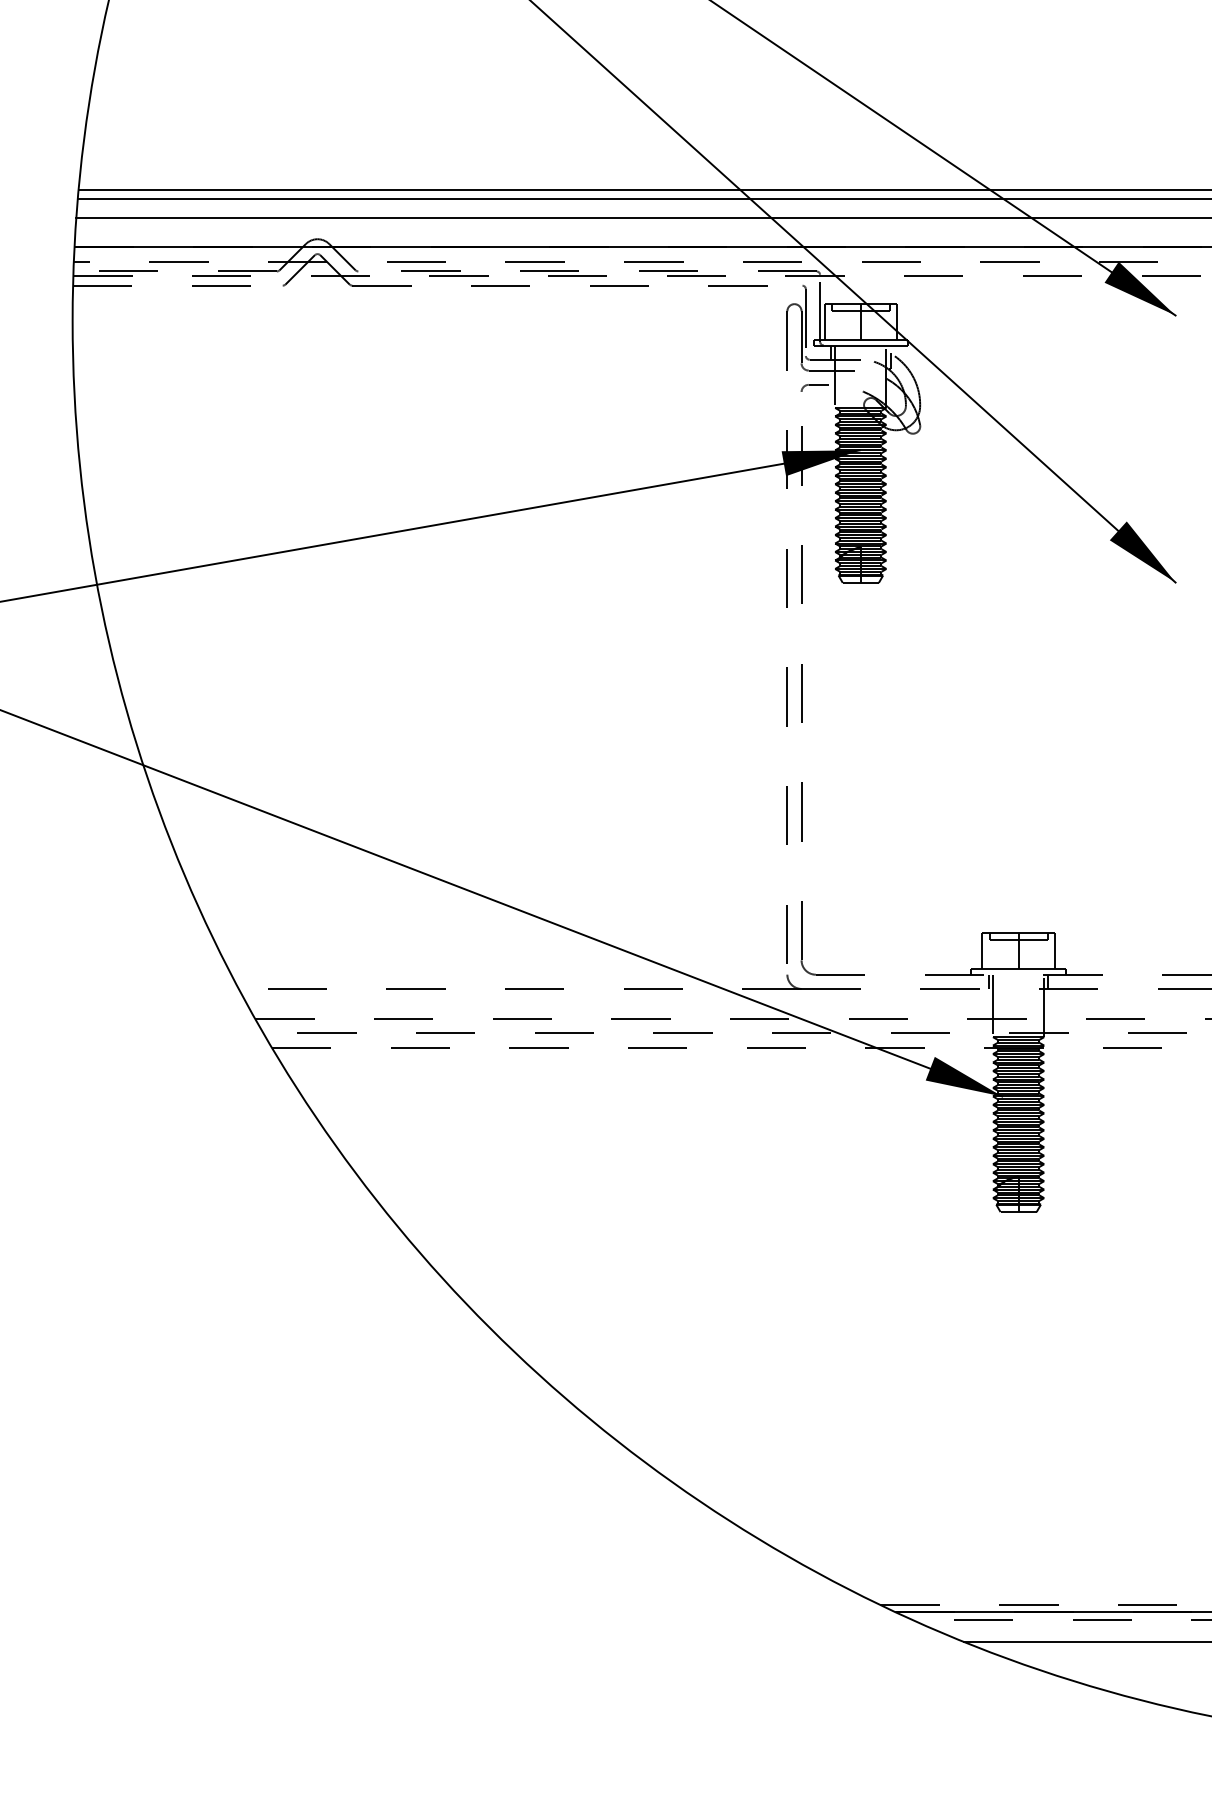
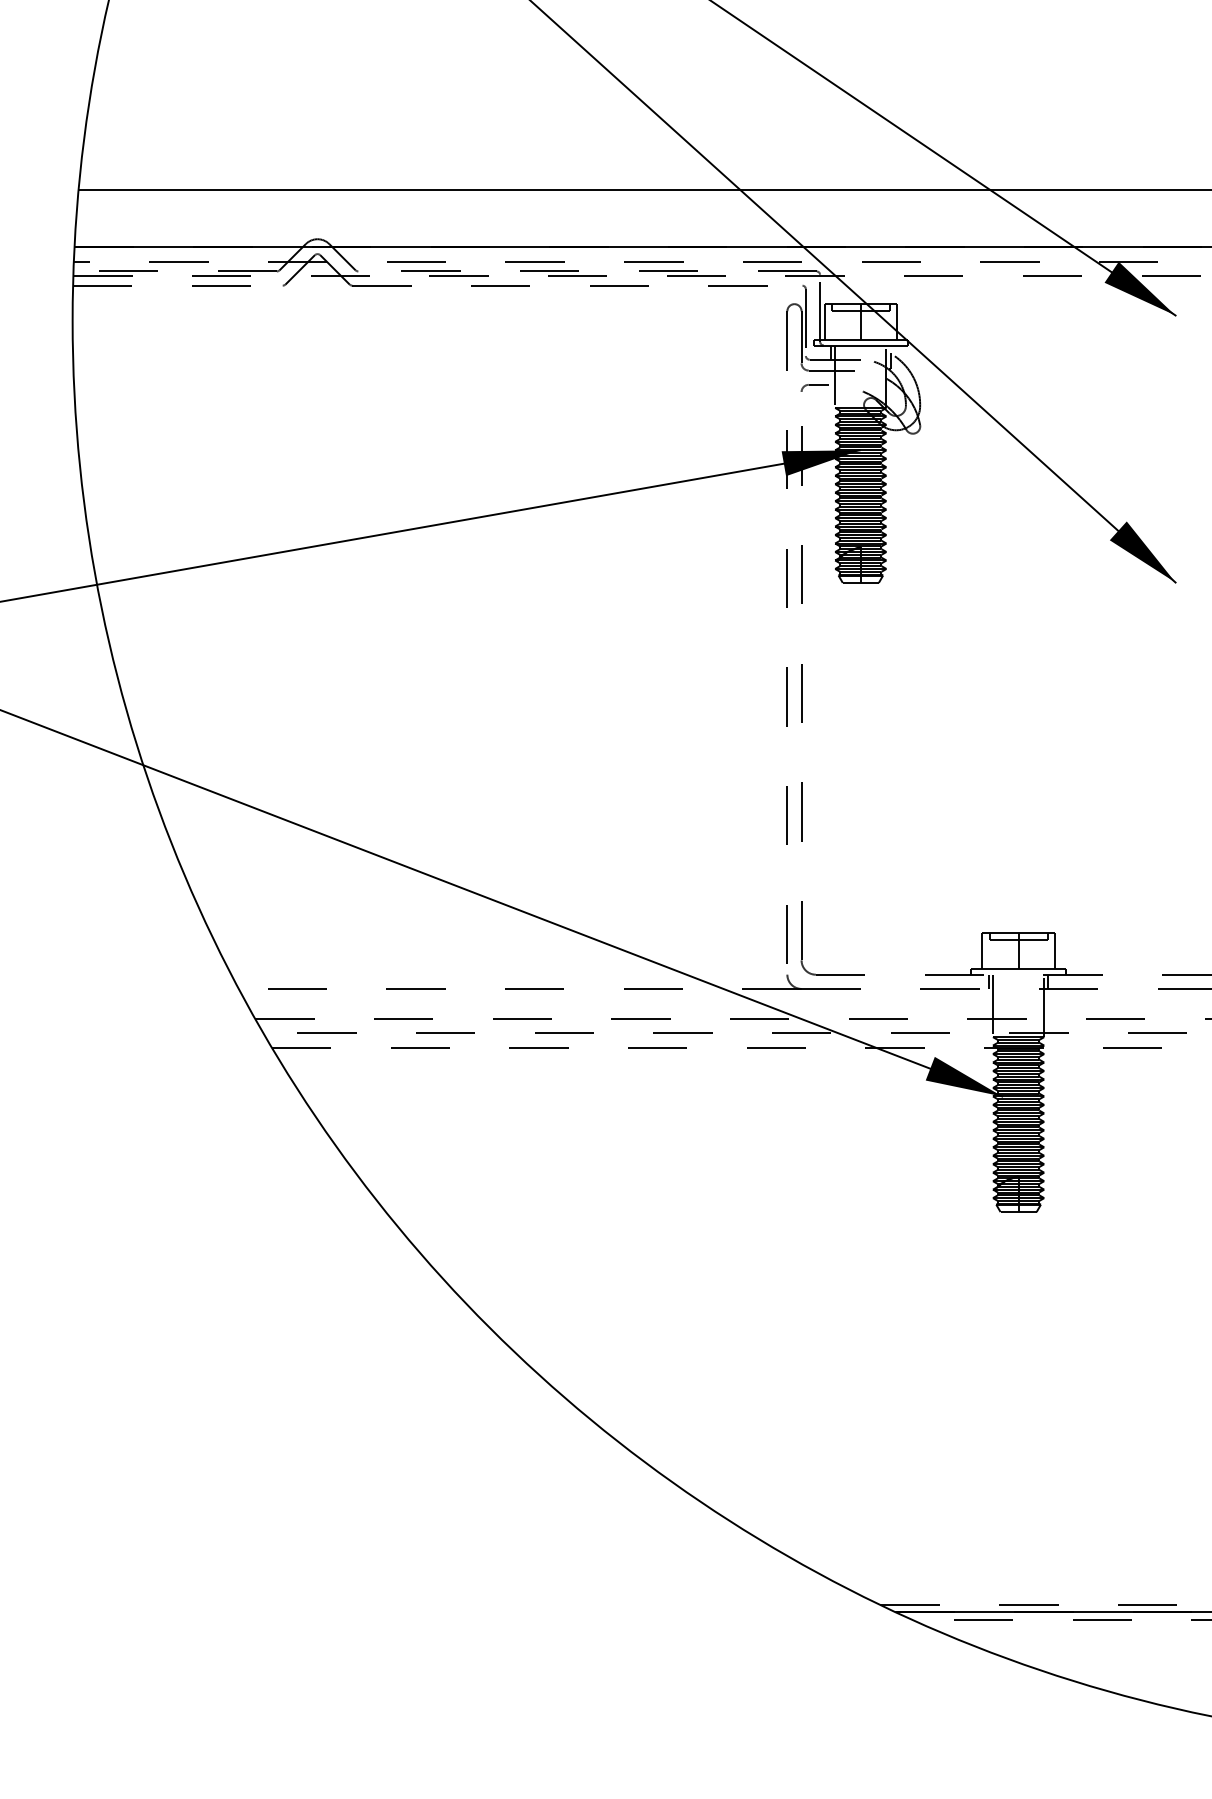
line at (642, 199): present -> none
line at (642, 217): present -> none
line at (1085, 1641): present -> none
